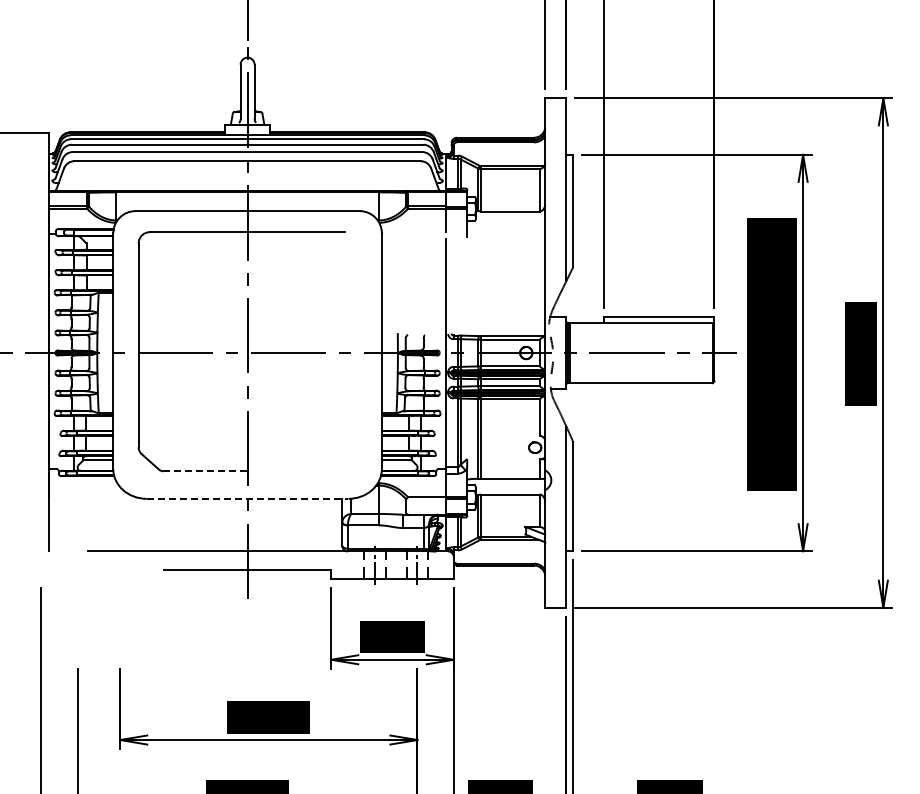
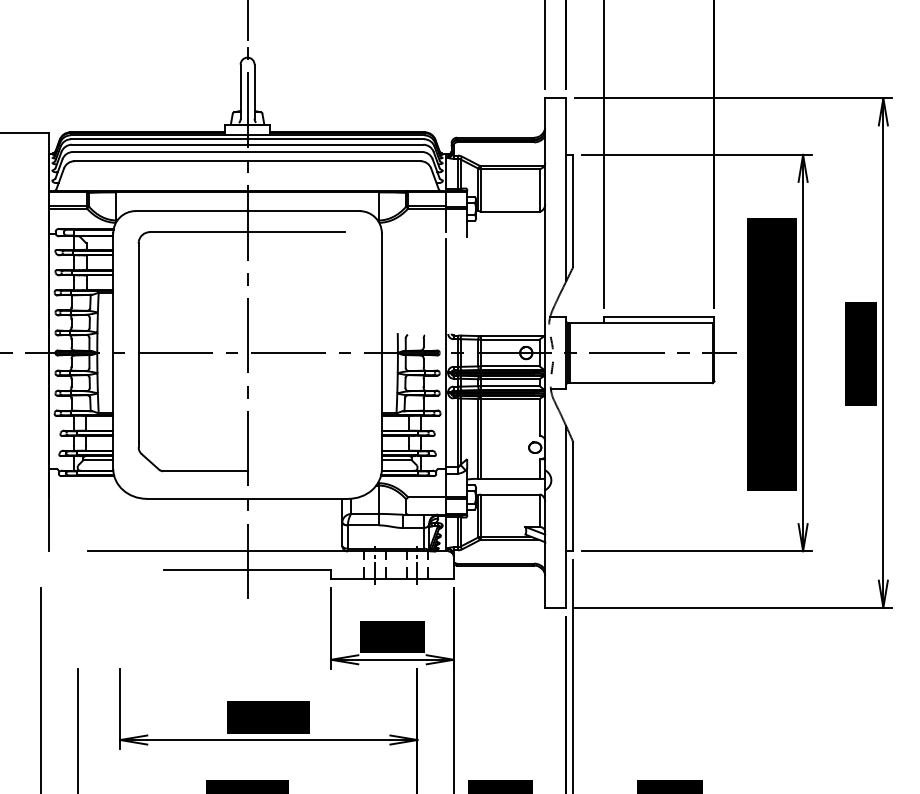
line at (205, 471): dashed -> solid
line at (247, 498): dashed -> solid
